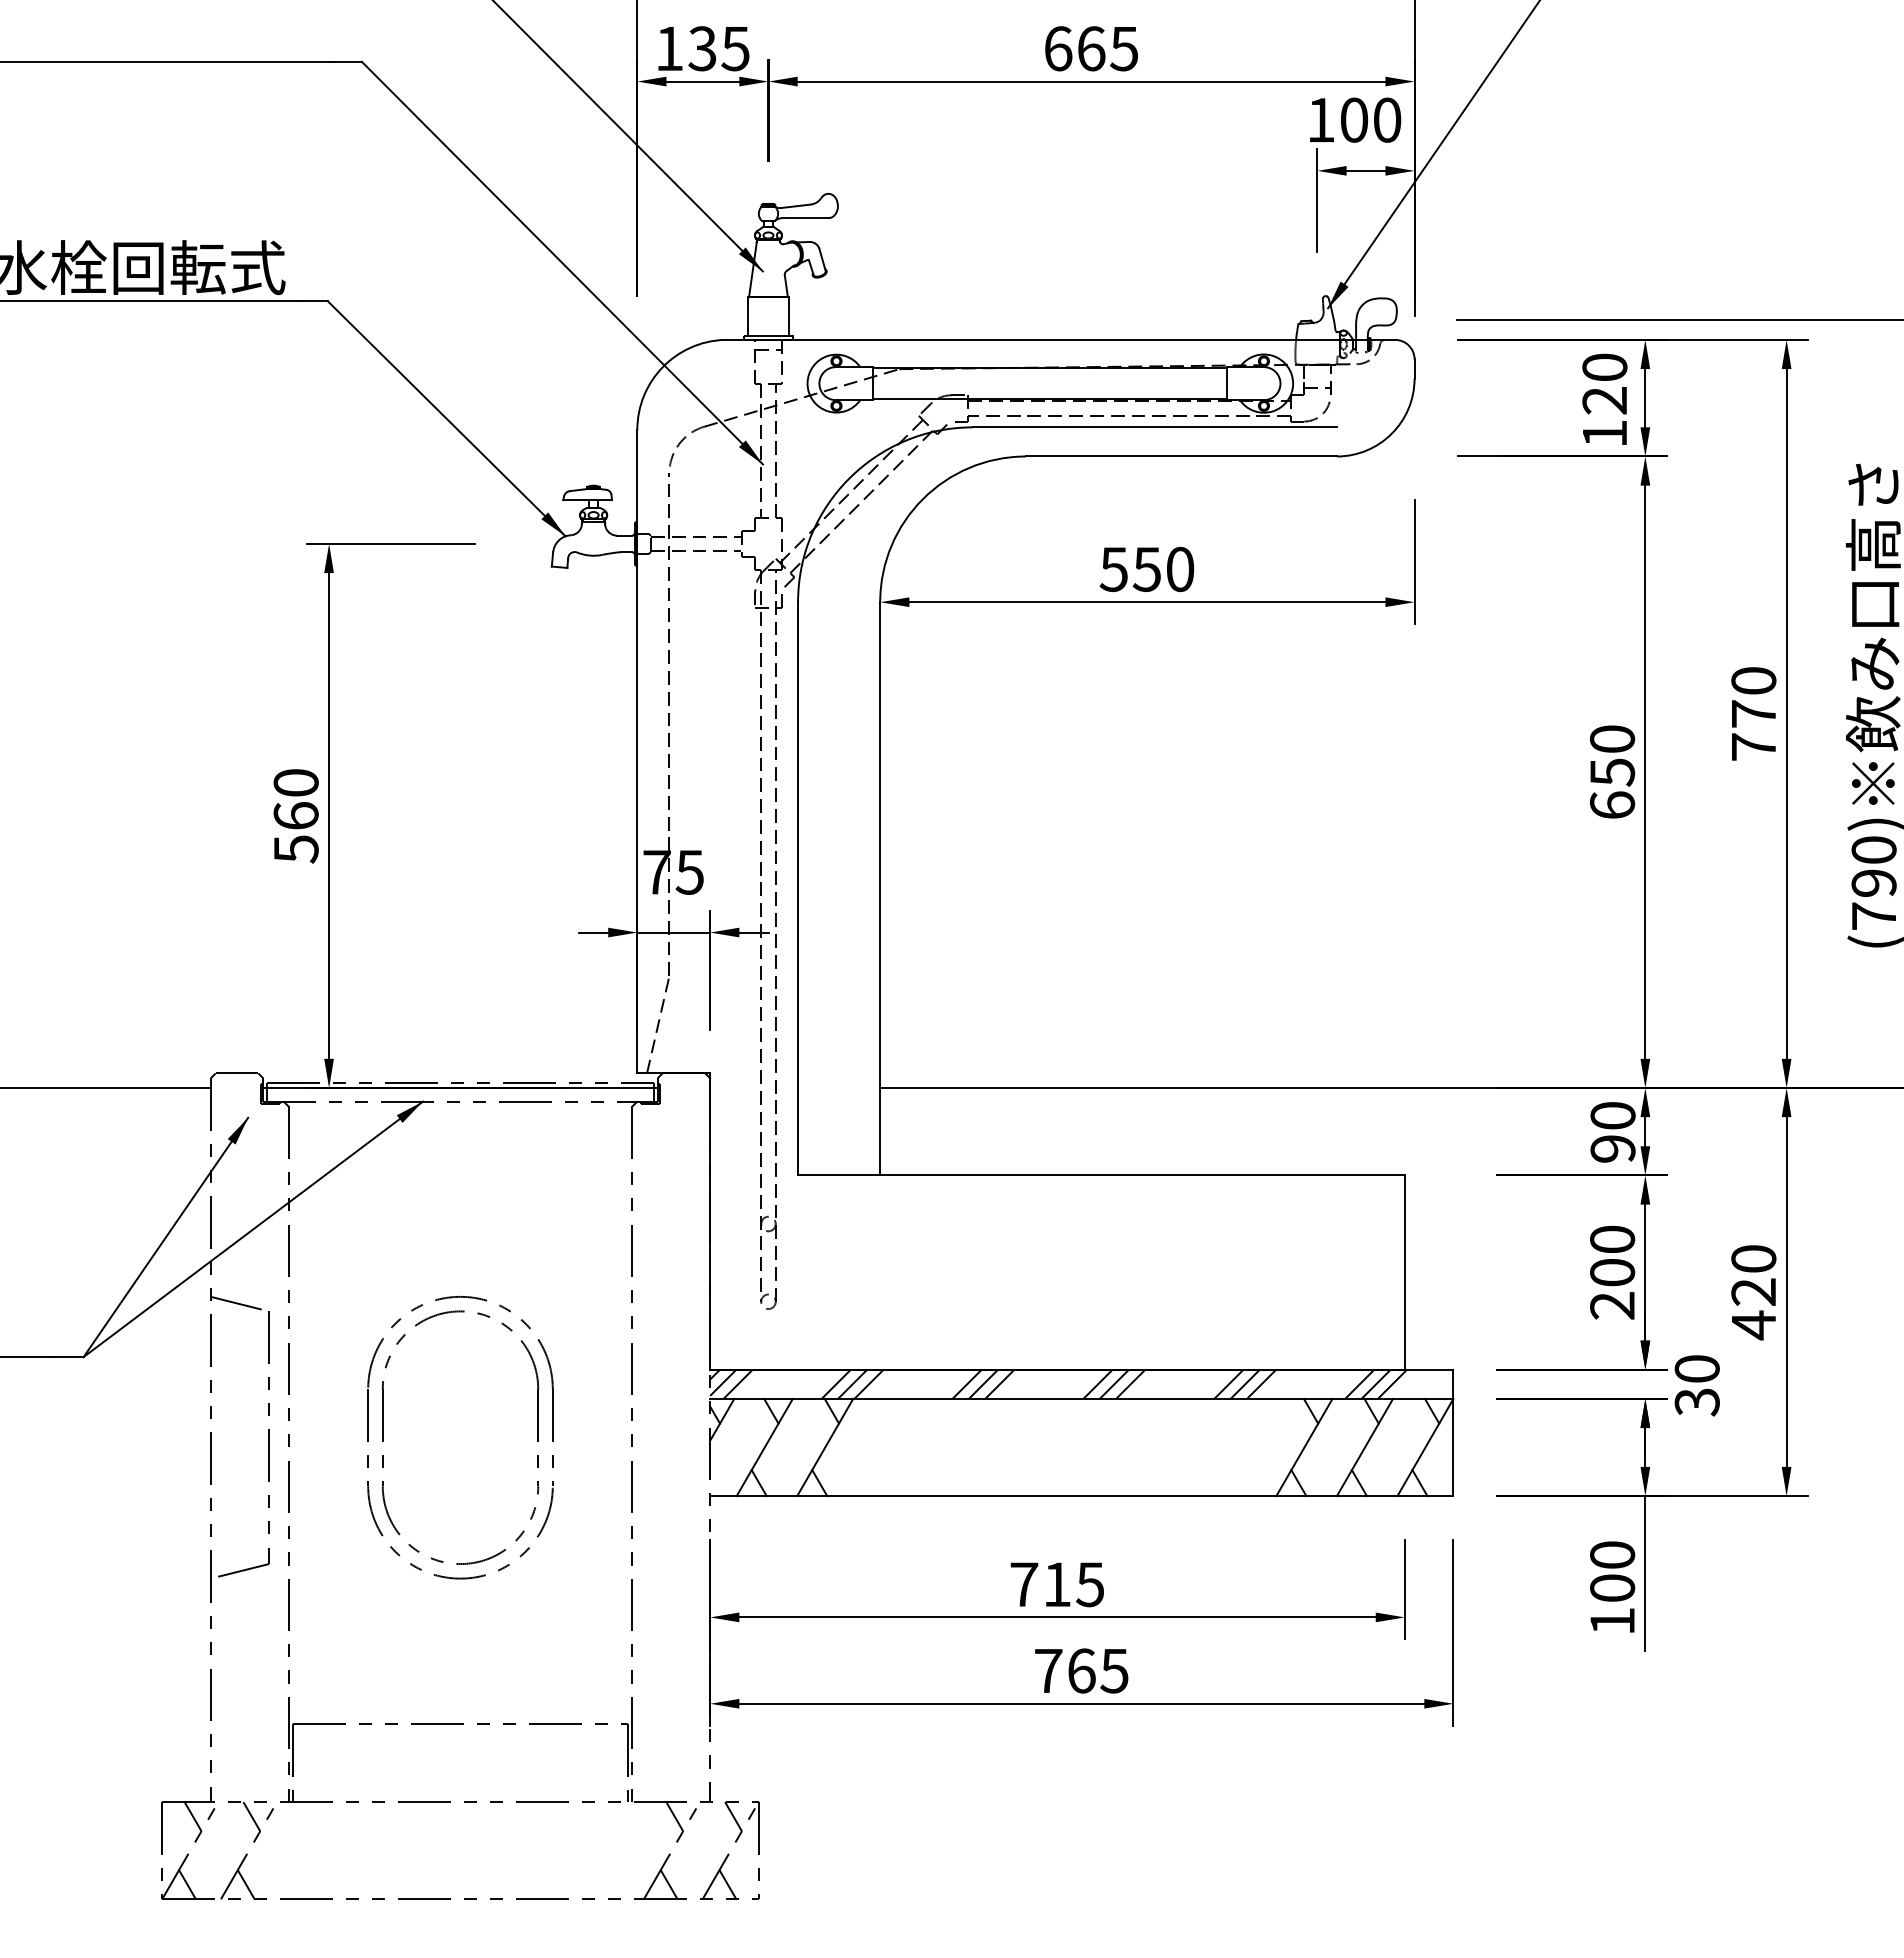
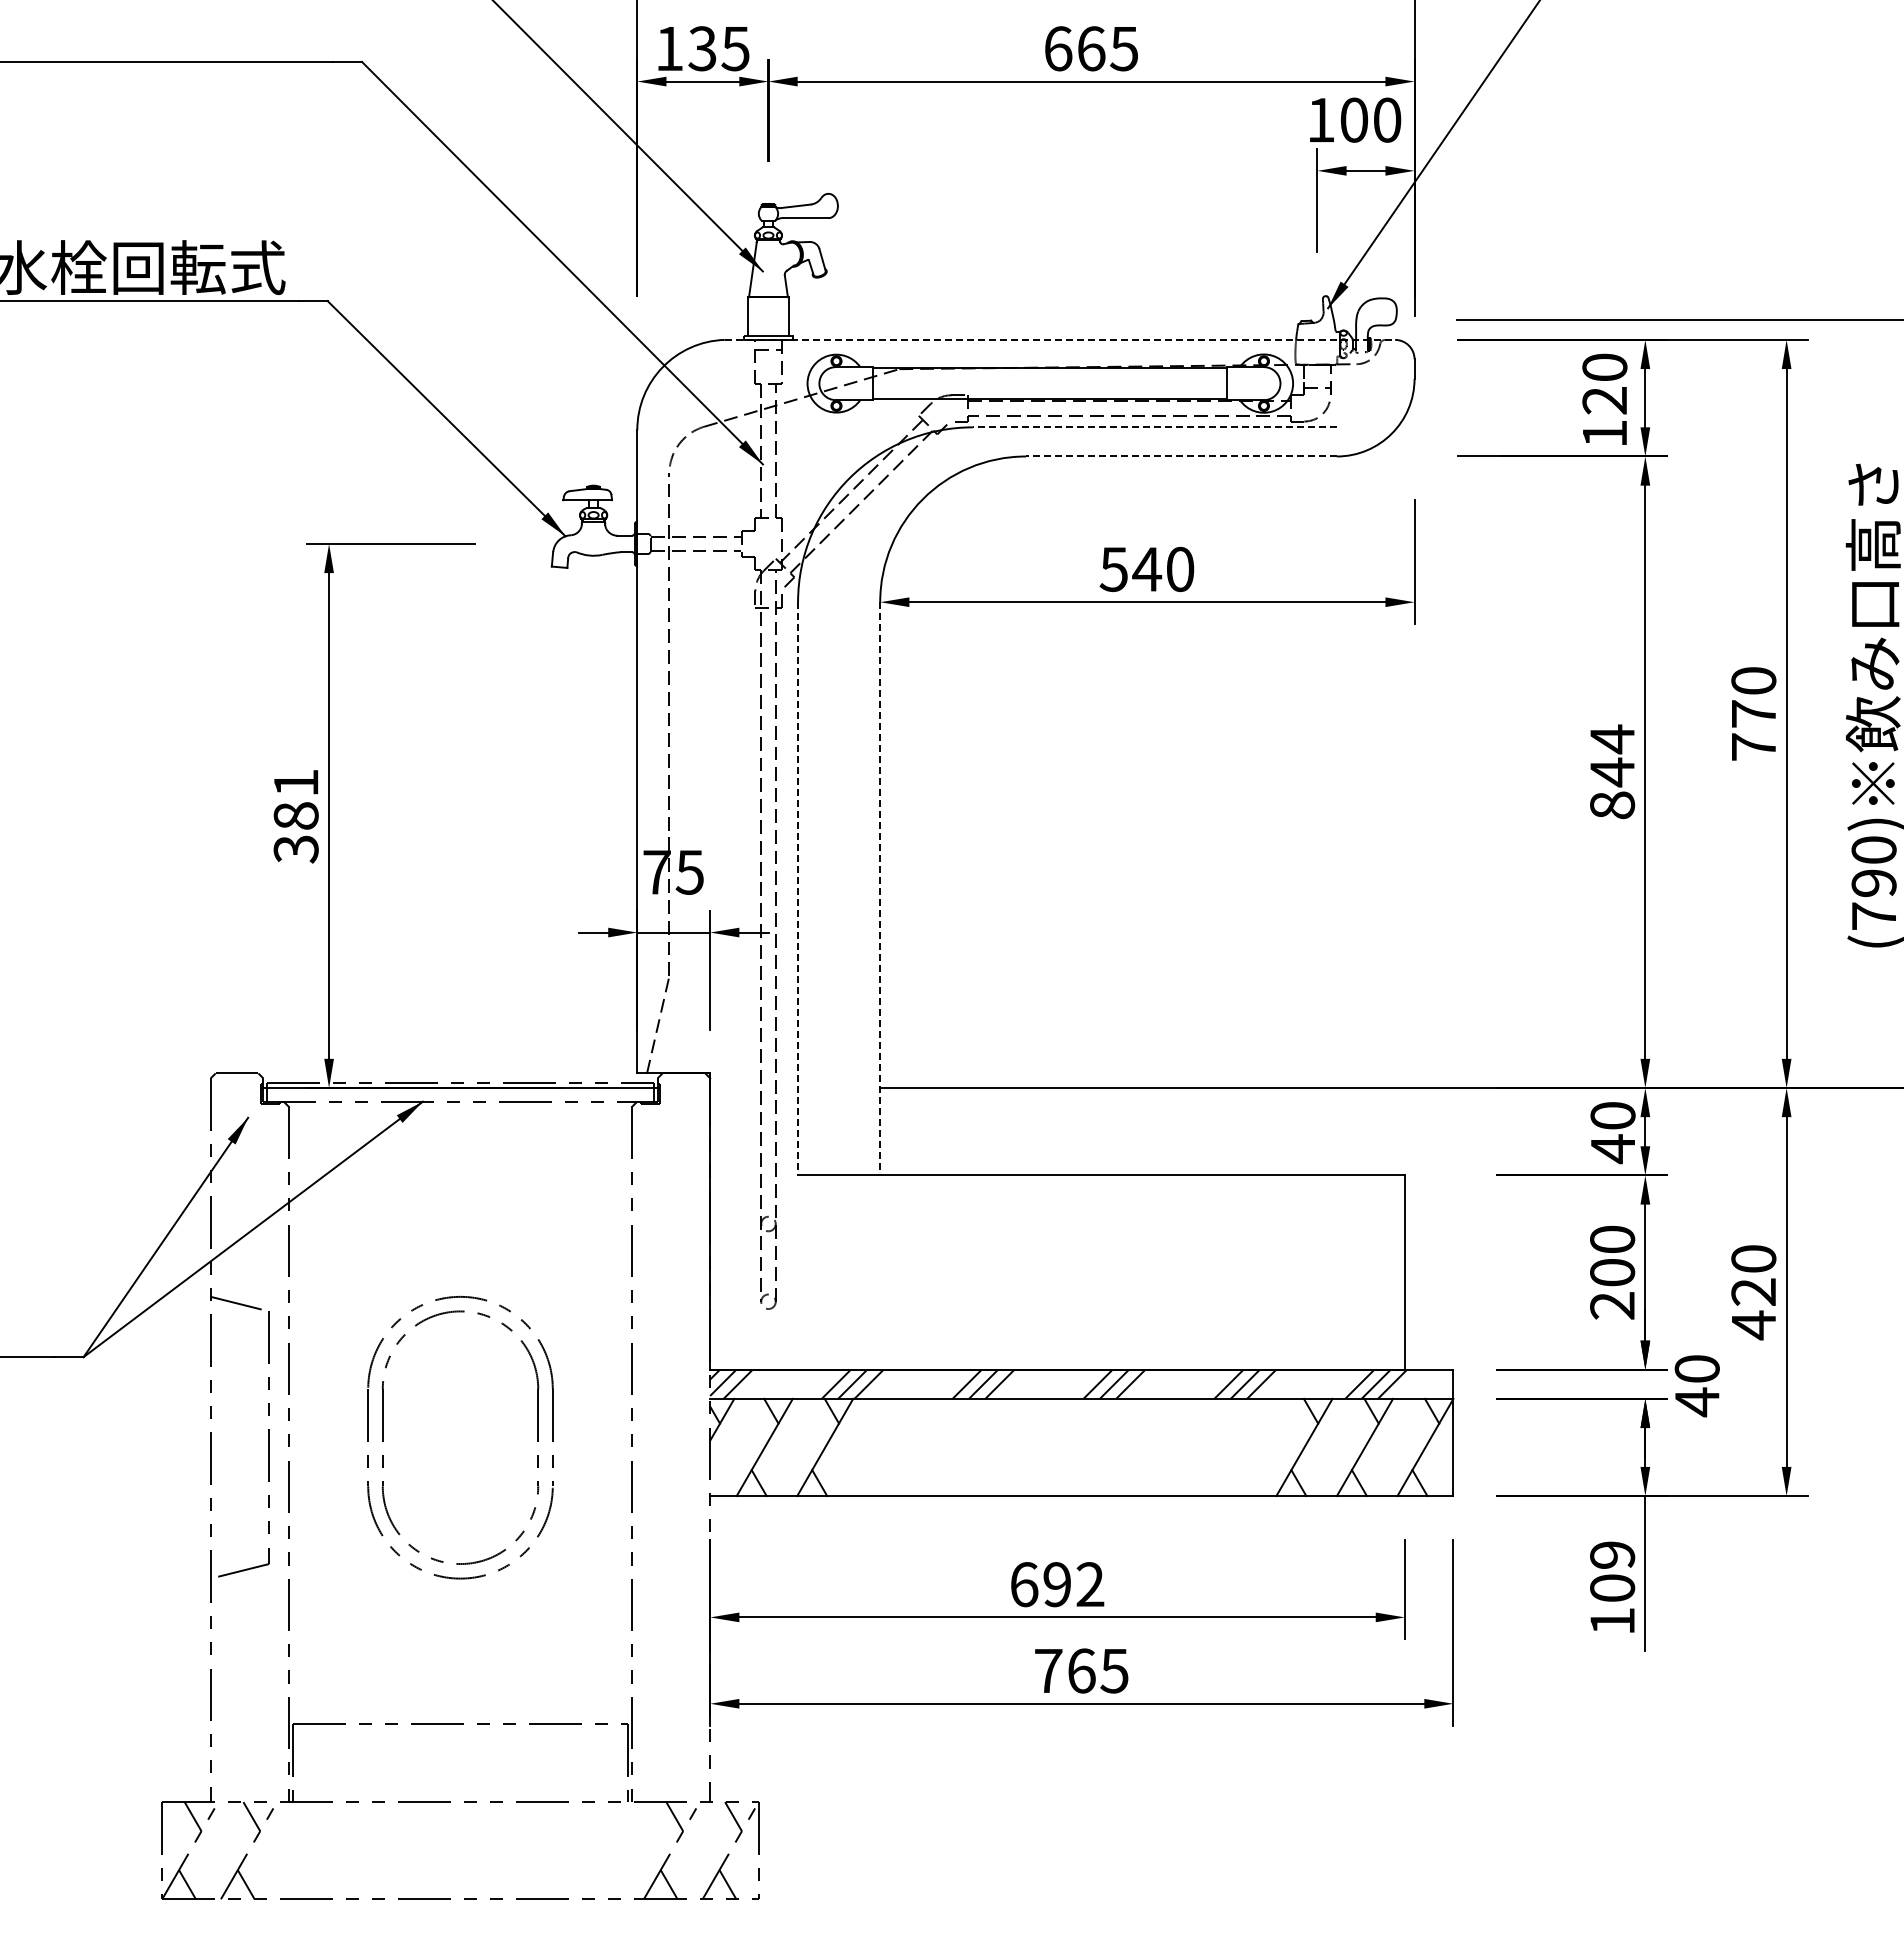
line at (1060, 339): solid -> dashed
line at (1154, 427): solid -> dashed
line at (1180, 456): solid -> dashed
text at (1147, 569): 550 -> 540
text at (1612, 771): 650 -> 844
text at (295, 816): 560 -> 381
line at (798, 888): solid -> dashed
line at (880, 888): solid -> dashed
line at (106, 1088): present -> none
text at (1612, 1149): 90 -> 40
text at (1696, 1402): 30 -> 40
text at (1612, 1554): 100 -> 109
text at (1057, 1584): 715 -> 692
